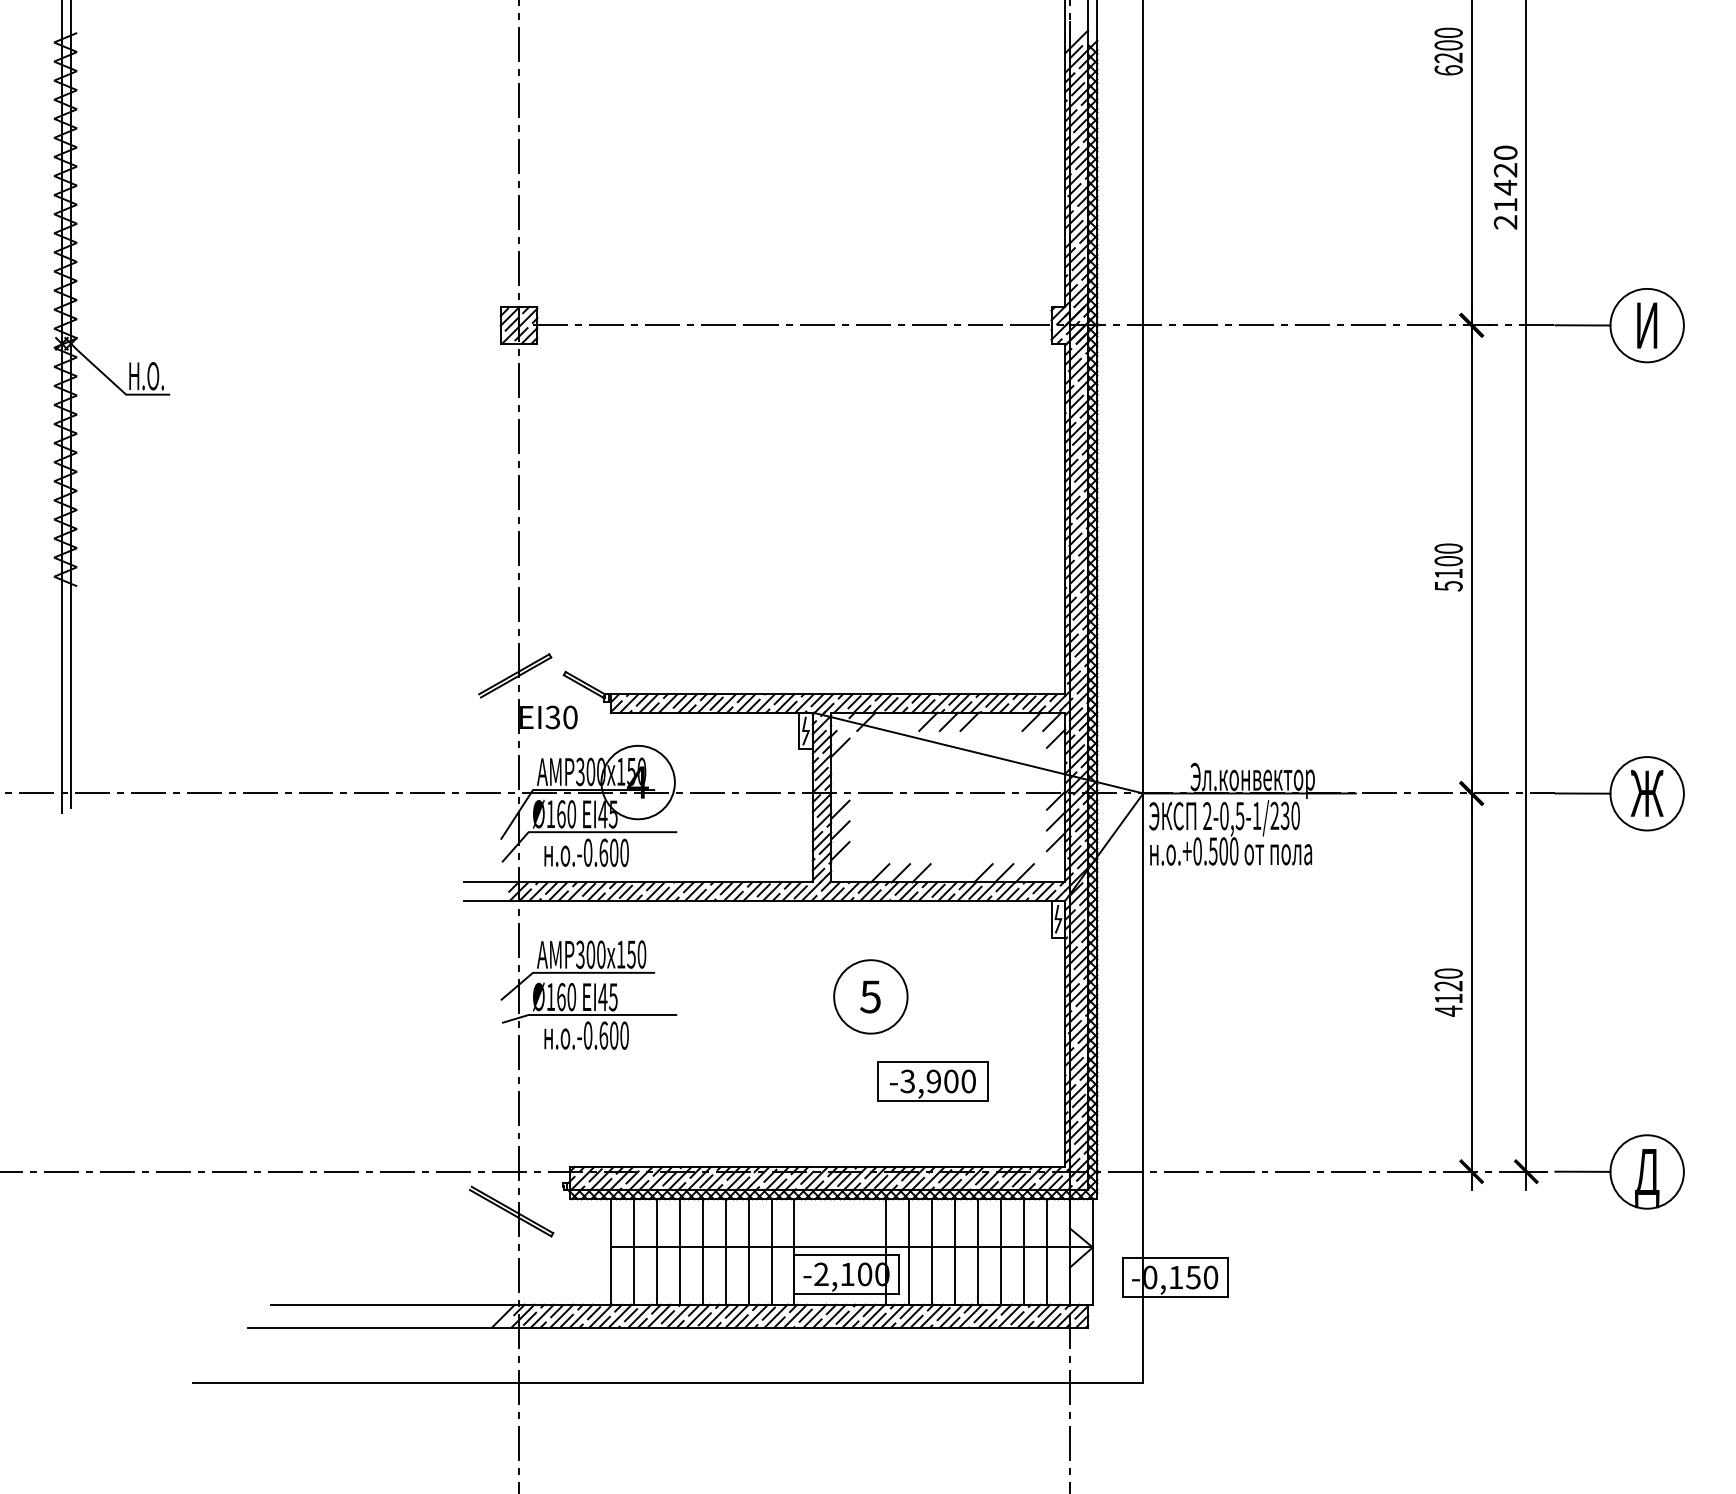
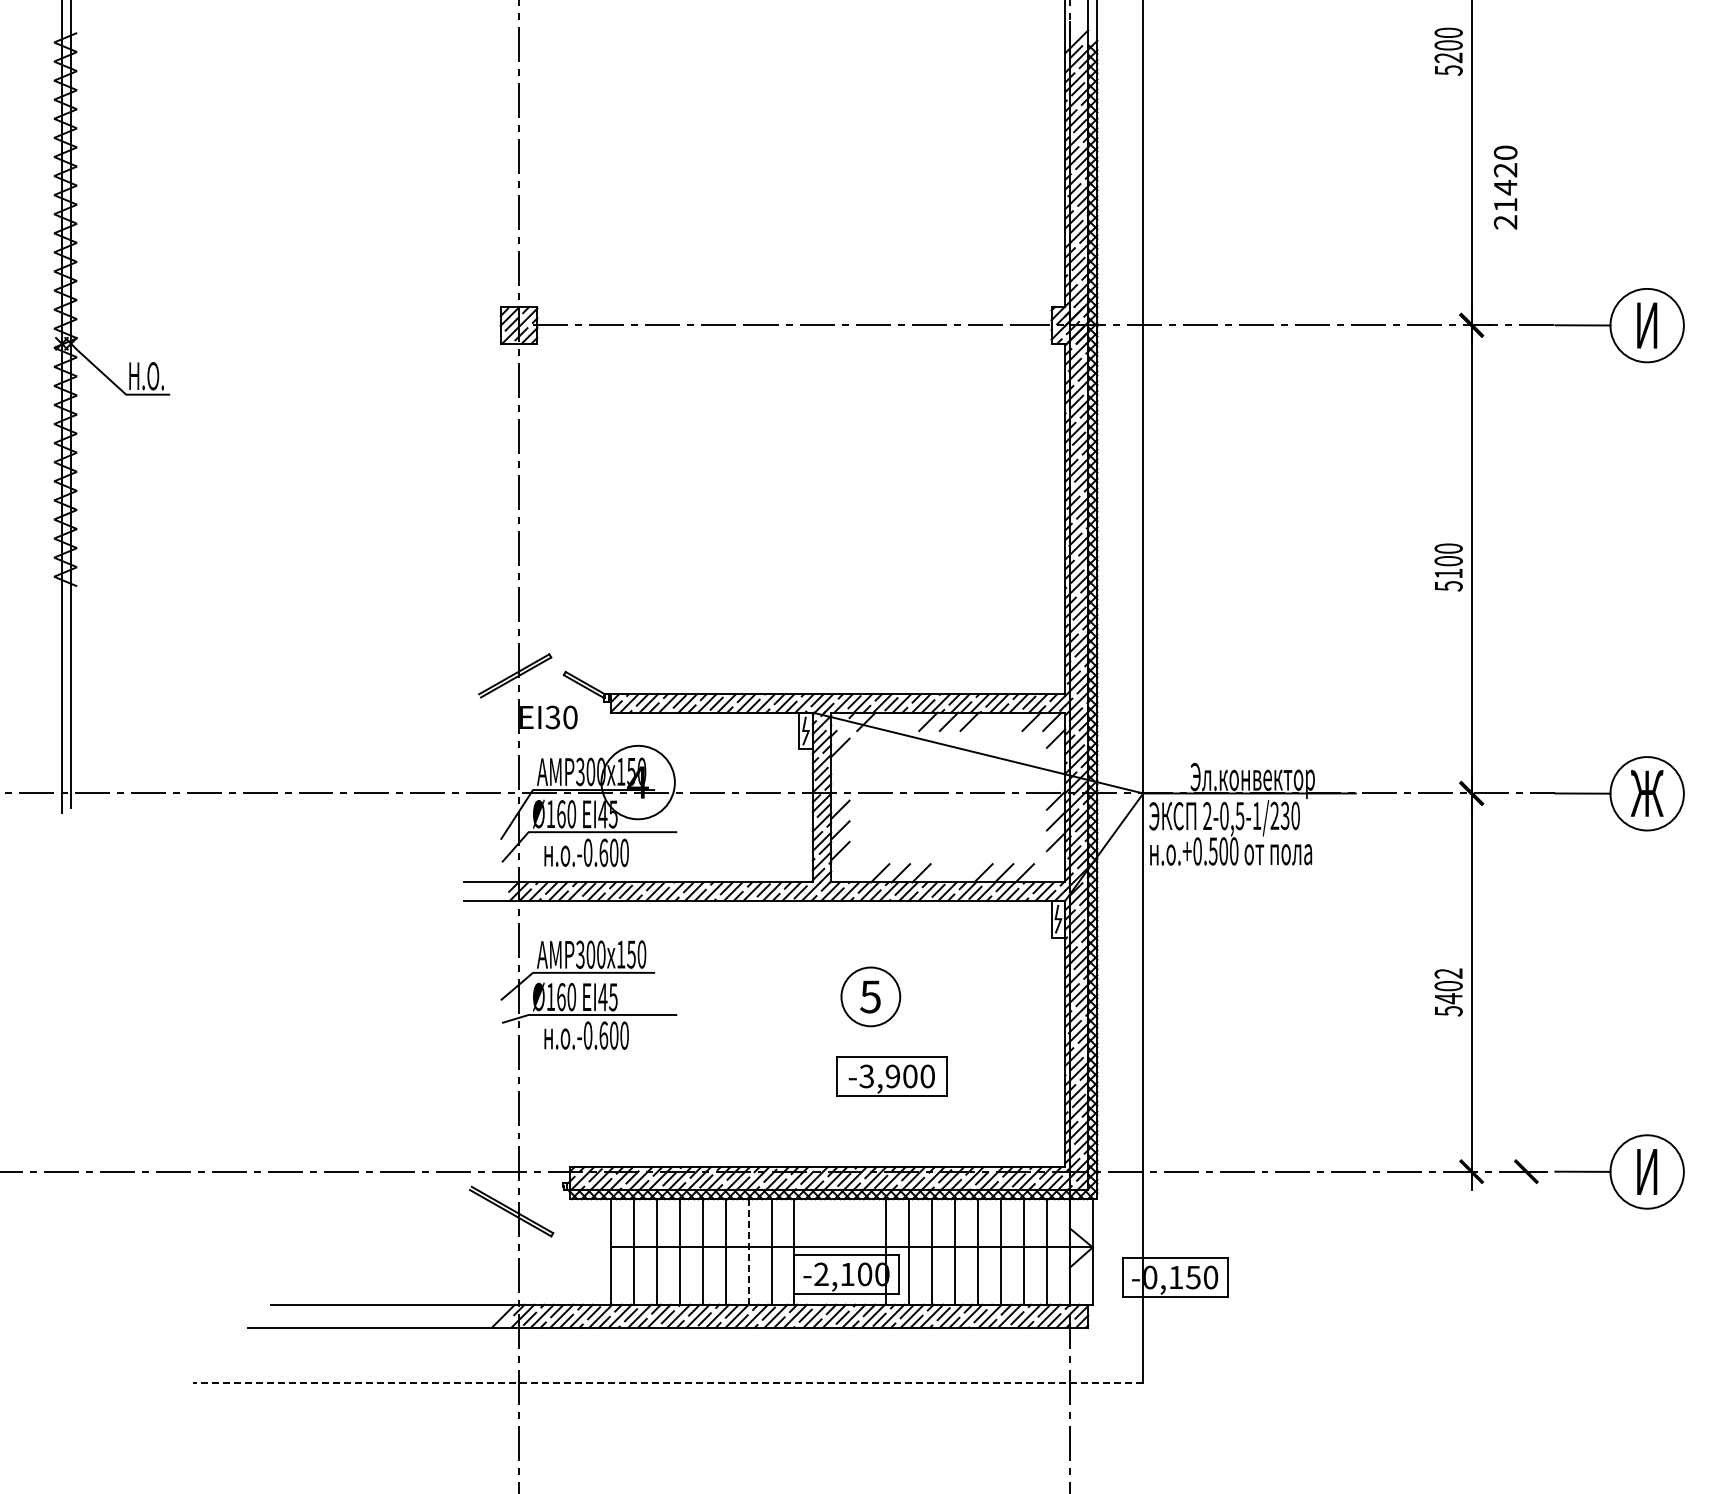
text at (1448, 70): 6200 -> 5200
line at (1526, 596): present -> none
text at (1448, 992): 4120 -> 5402
circle at (870, 996) diameter: 73 px -> 59 px
part at (932, 1081) position: (932, 1081) -> (891, 1076)
text at (1647, 1178): Д -> И
line at (748, 1252): solid -> dashed
line at (667, 1382): solid -> dashed
